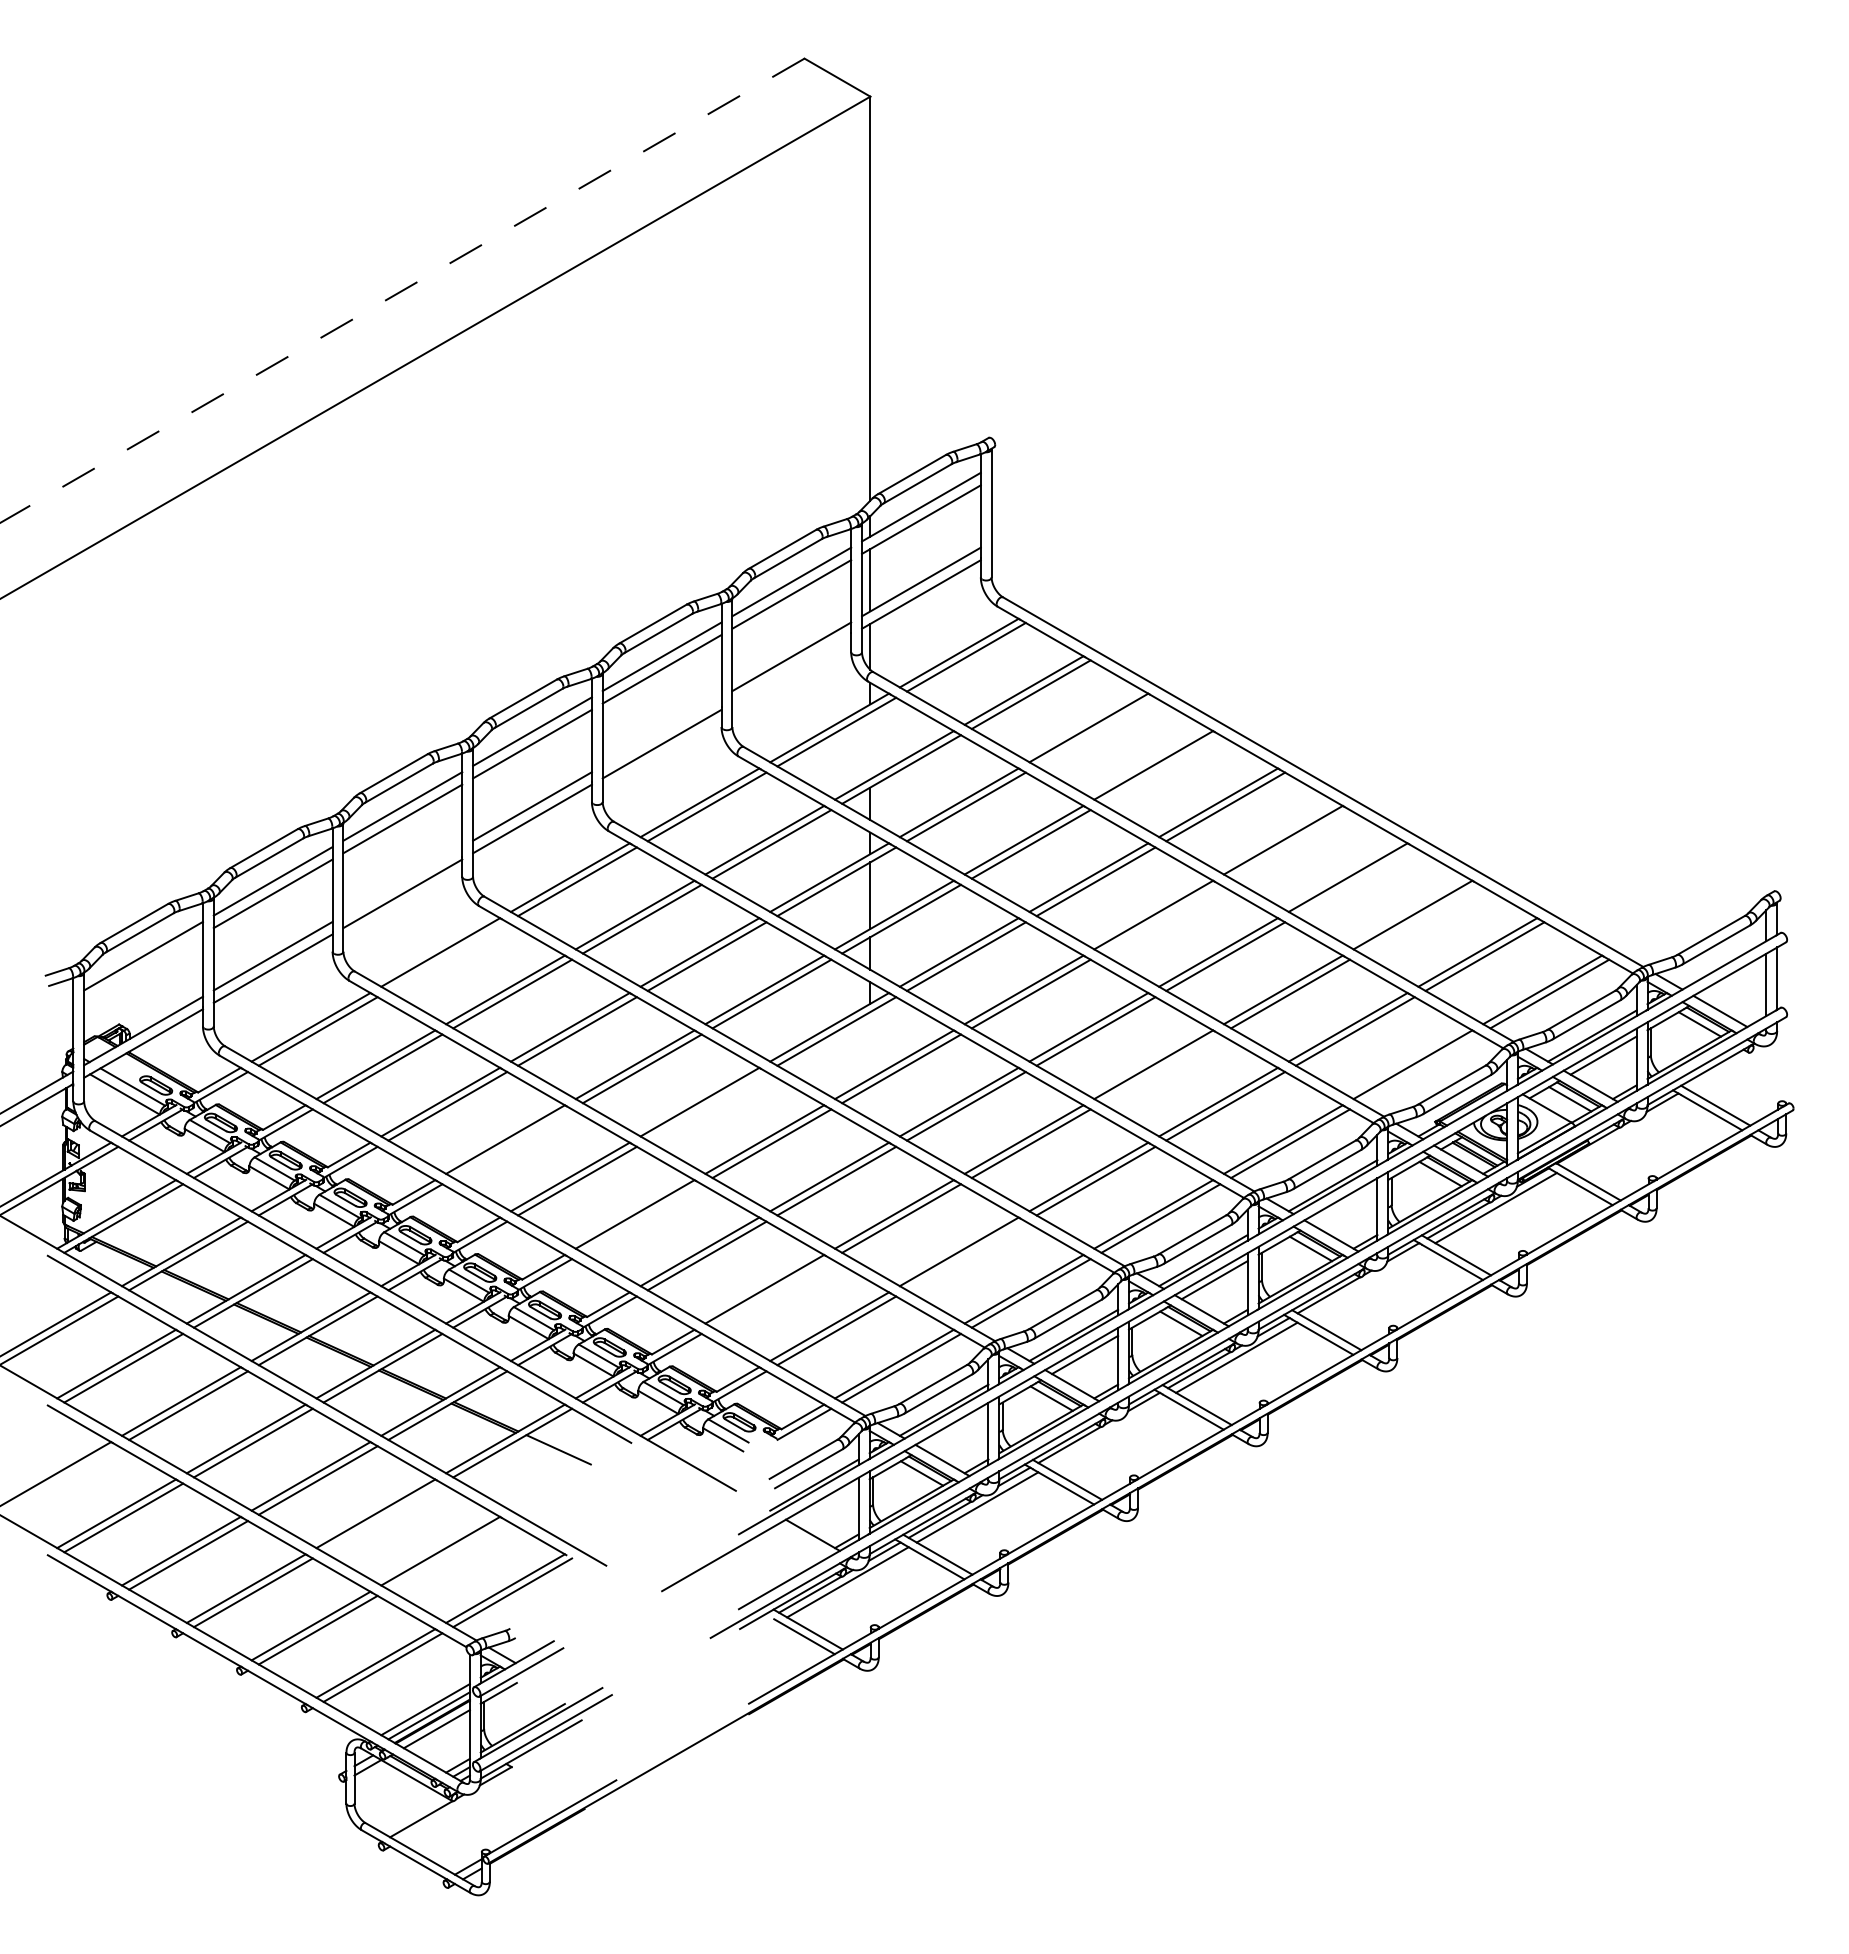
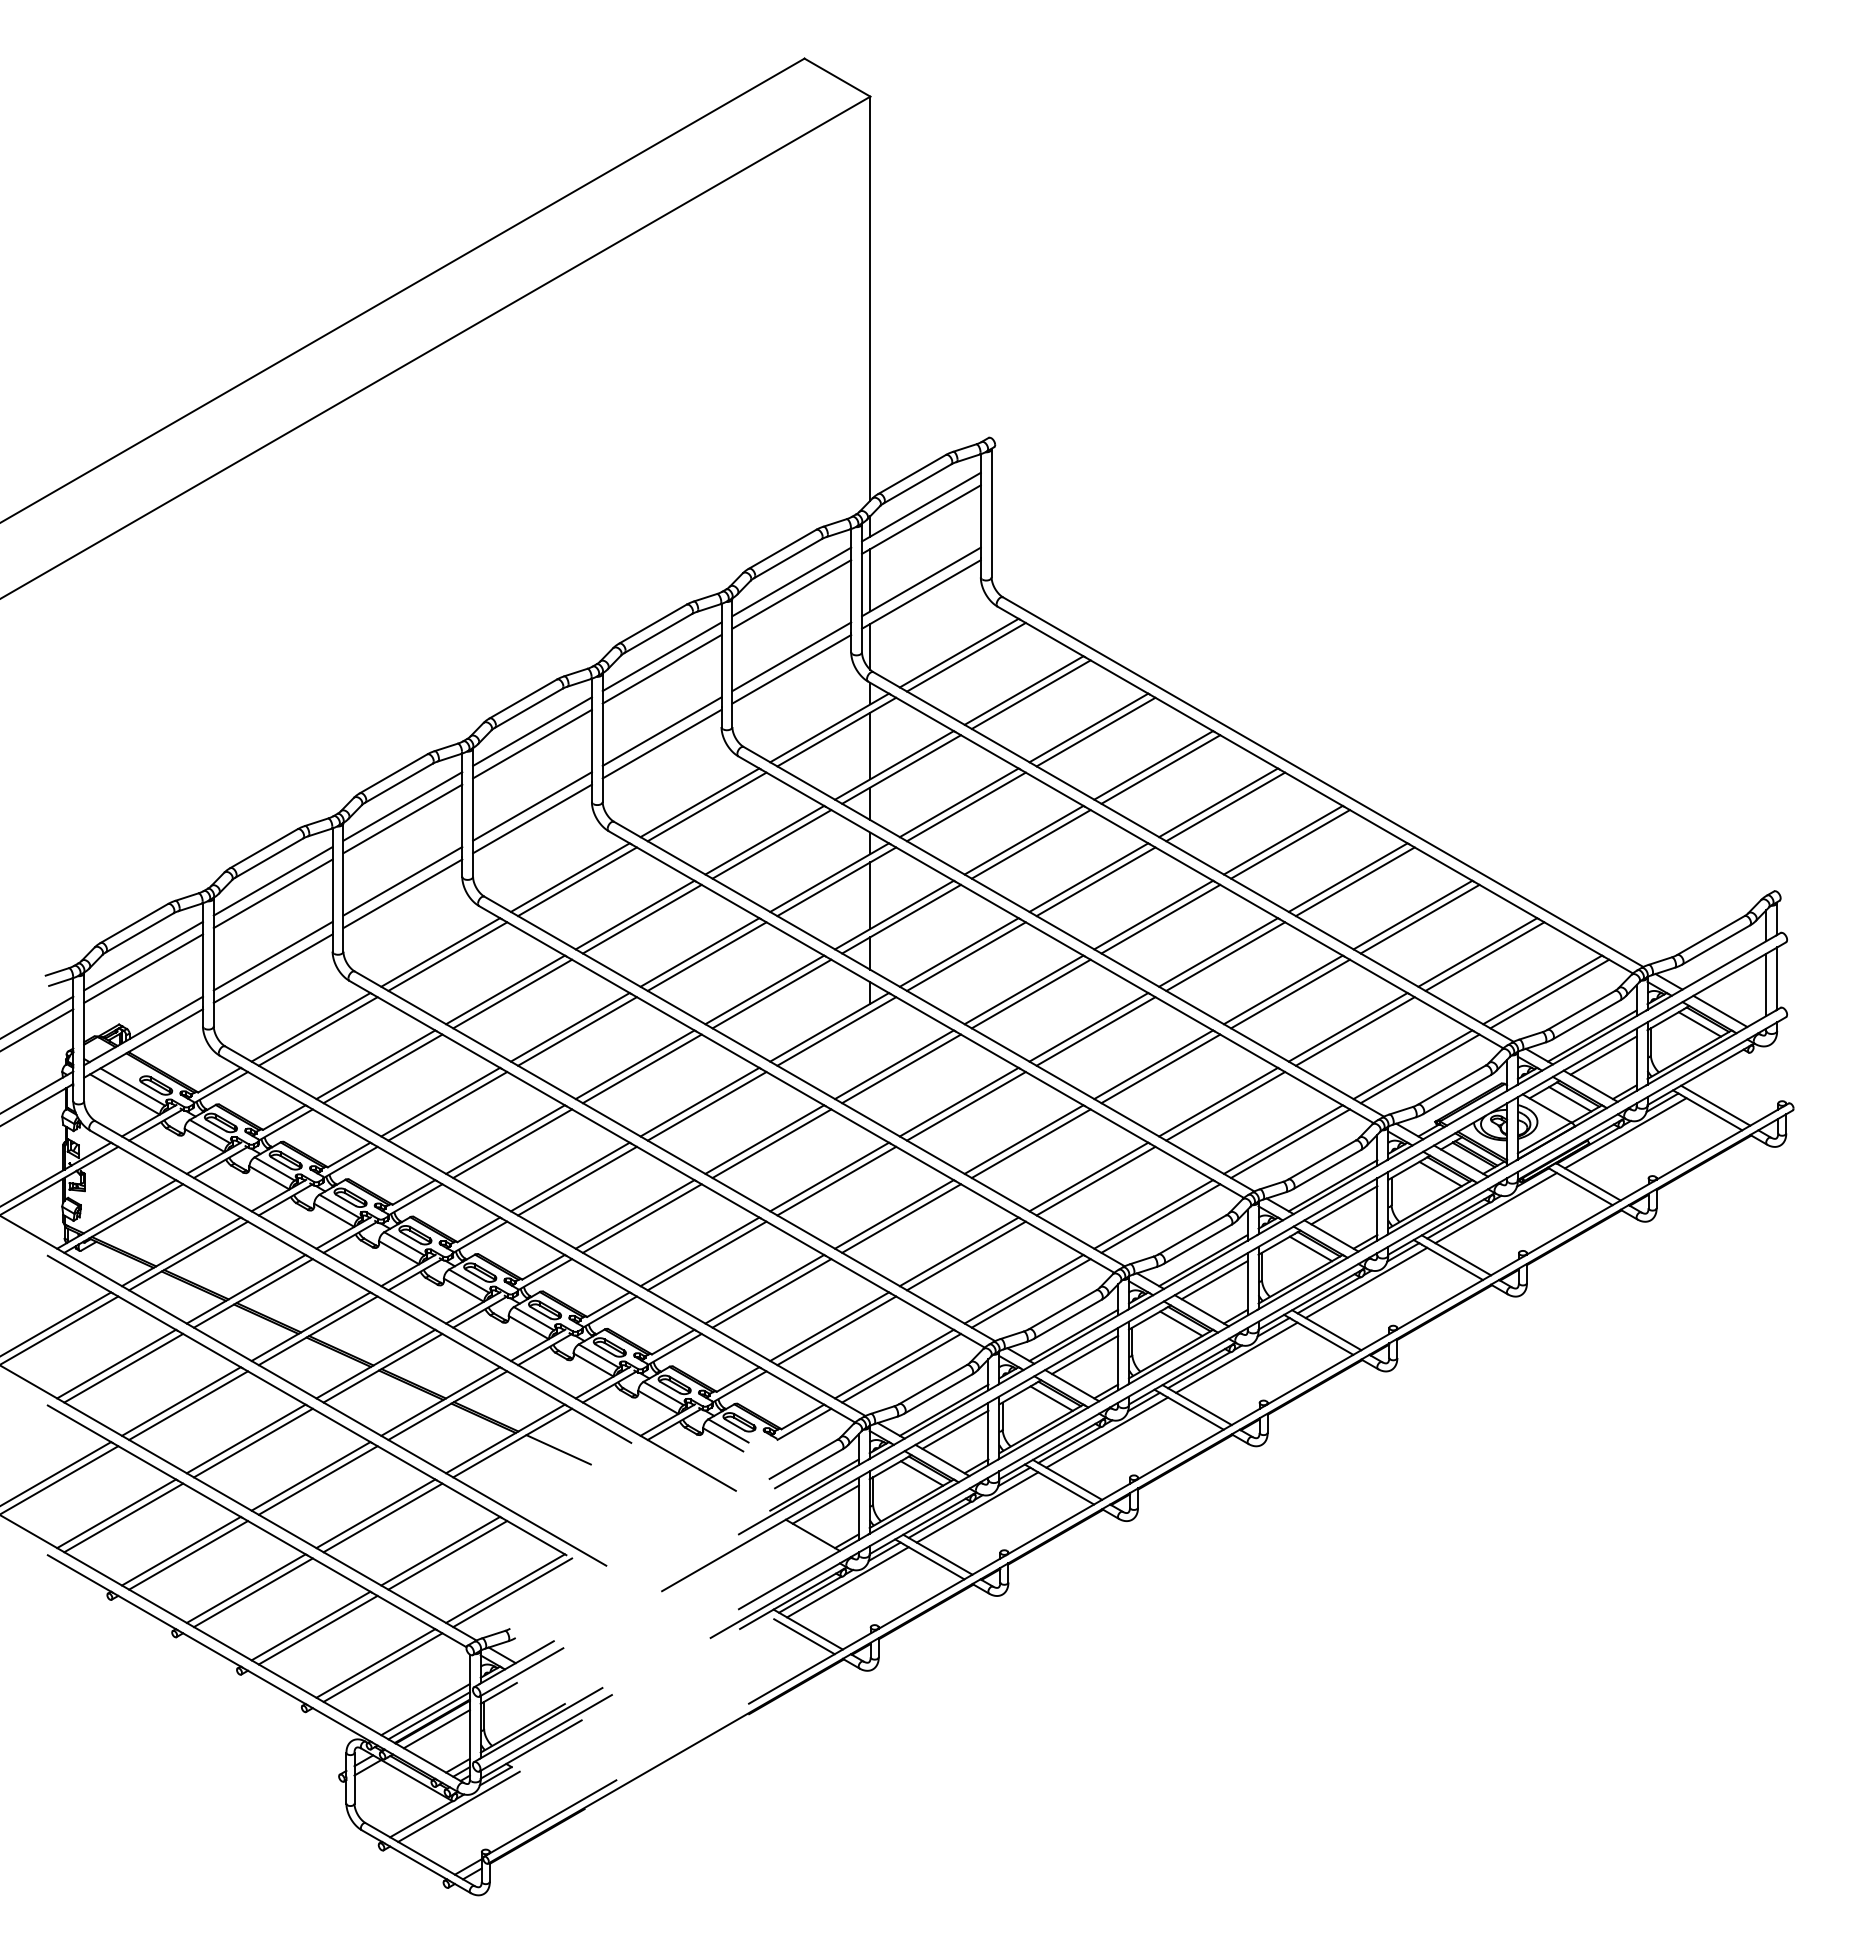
line at (401, 291): dashed -> solid
line at (791, 669): none -> present
line at (661, 731): none -> present
line at (1095, 731): none -> present
line at (870, 745): none -> present
line at (1160, 769): none -> present
line at (1290, 844): none -> present
line at (402, 881): none -> present
line at (1354, 881): none -> present
line at (1160, 918): none -> present
line at (1419, 918): none -> present
line at (447, 956): none -> present
line at (143, 968): none -> present
line at (37, 1016): none -> present
line at (37, 1029): none -> present
line at (1160, 1068): none -> present
line at (1419, 1068): none -> present
line at (706, 1106): none -> present
line at (1625, 1133): none -> present
line at (512, 1143): none -> present
line at (1344, 1205): none -> present
line at (641, 1218): none -> present
line at (966, 1255): none -> present
line at (1366, 1282): none -> present
line at (771, 1293): none -> present
line at (955, 1429): none -> present
line at (1107, 1432): none -> present
line at (60, 1479): none -> present
line at (825, 1504): none -> present
line at (382, 1517): none -> present
line at (447, 1555): none -> present
line at (458, 1806): none -> present
